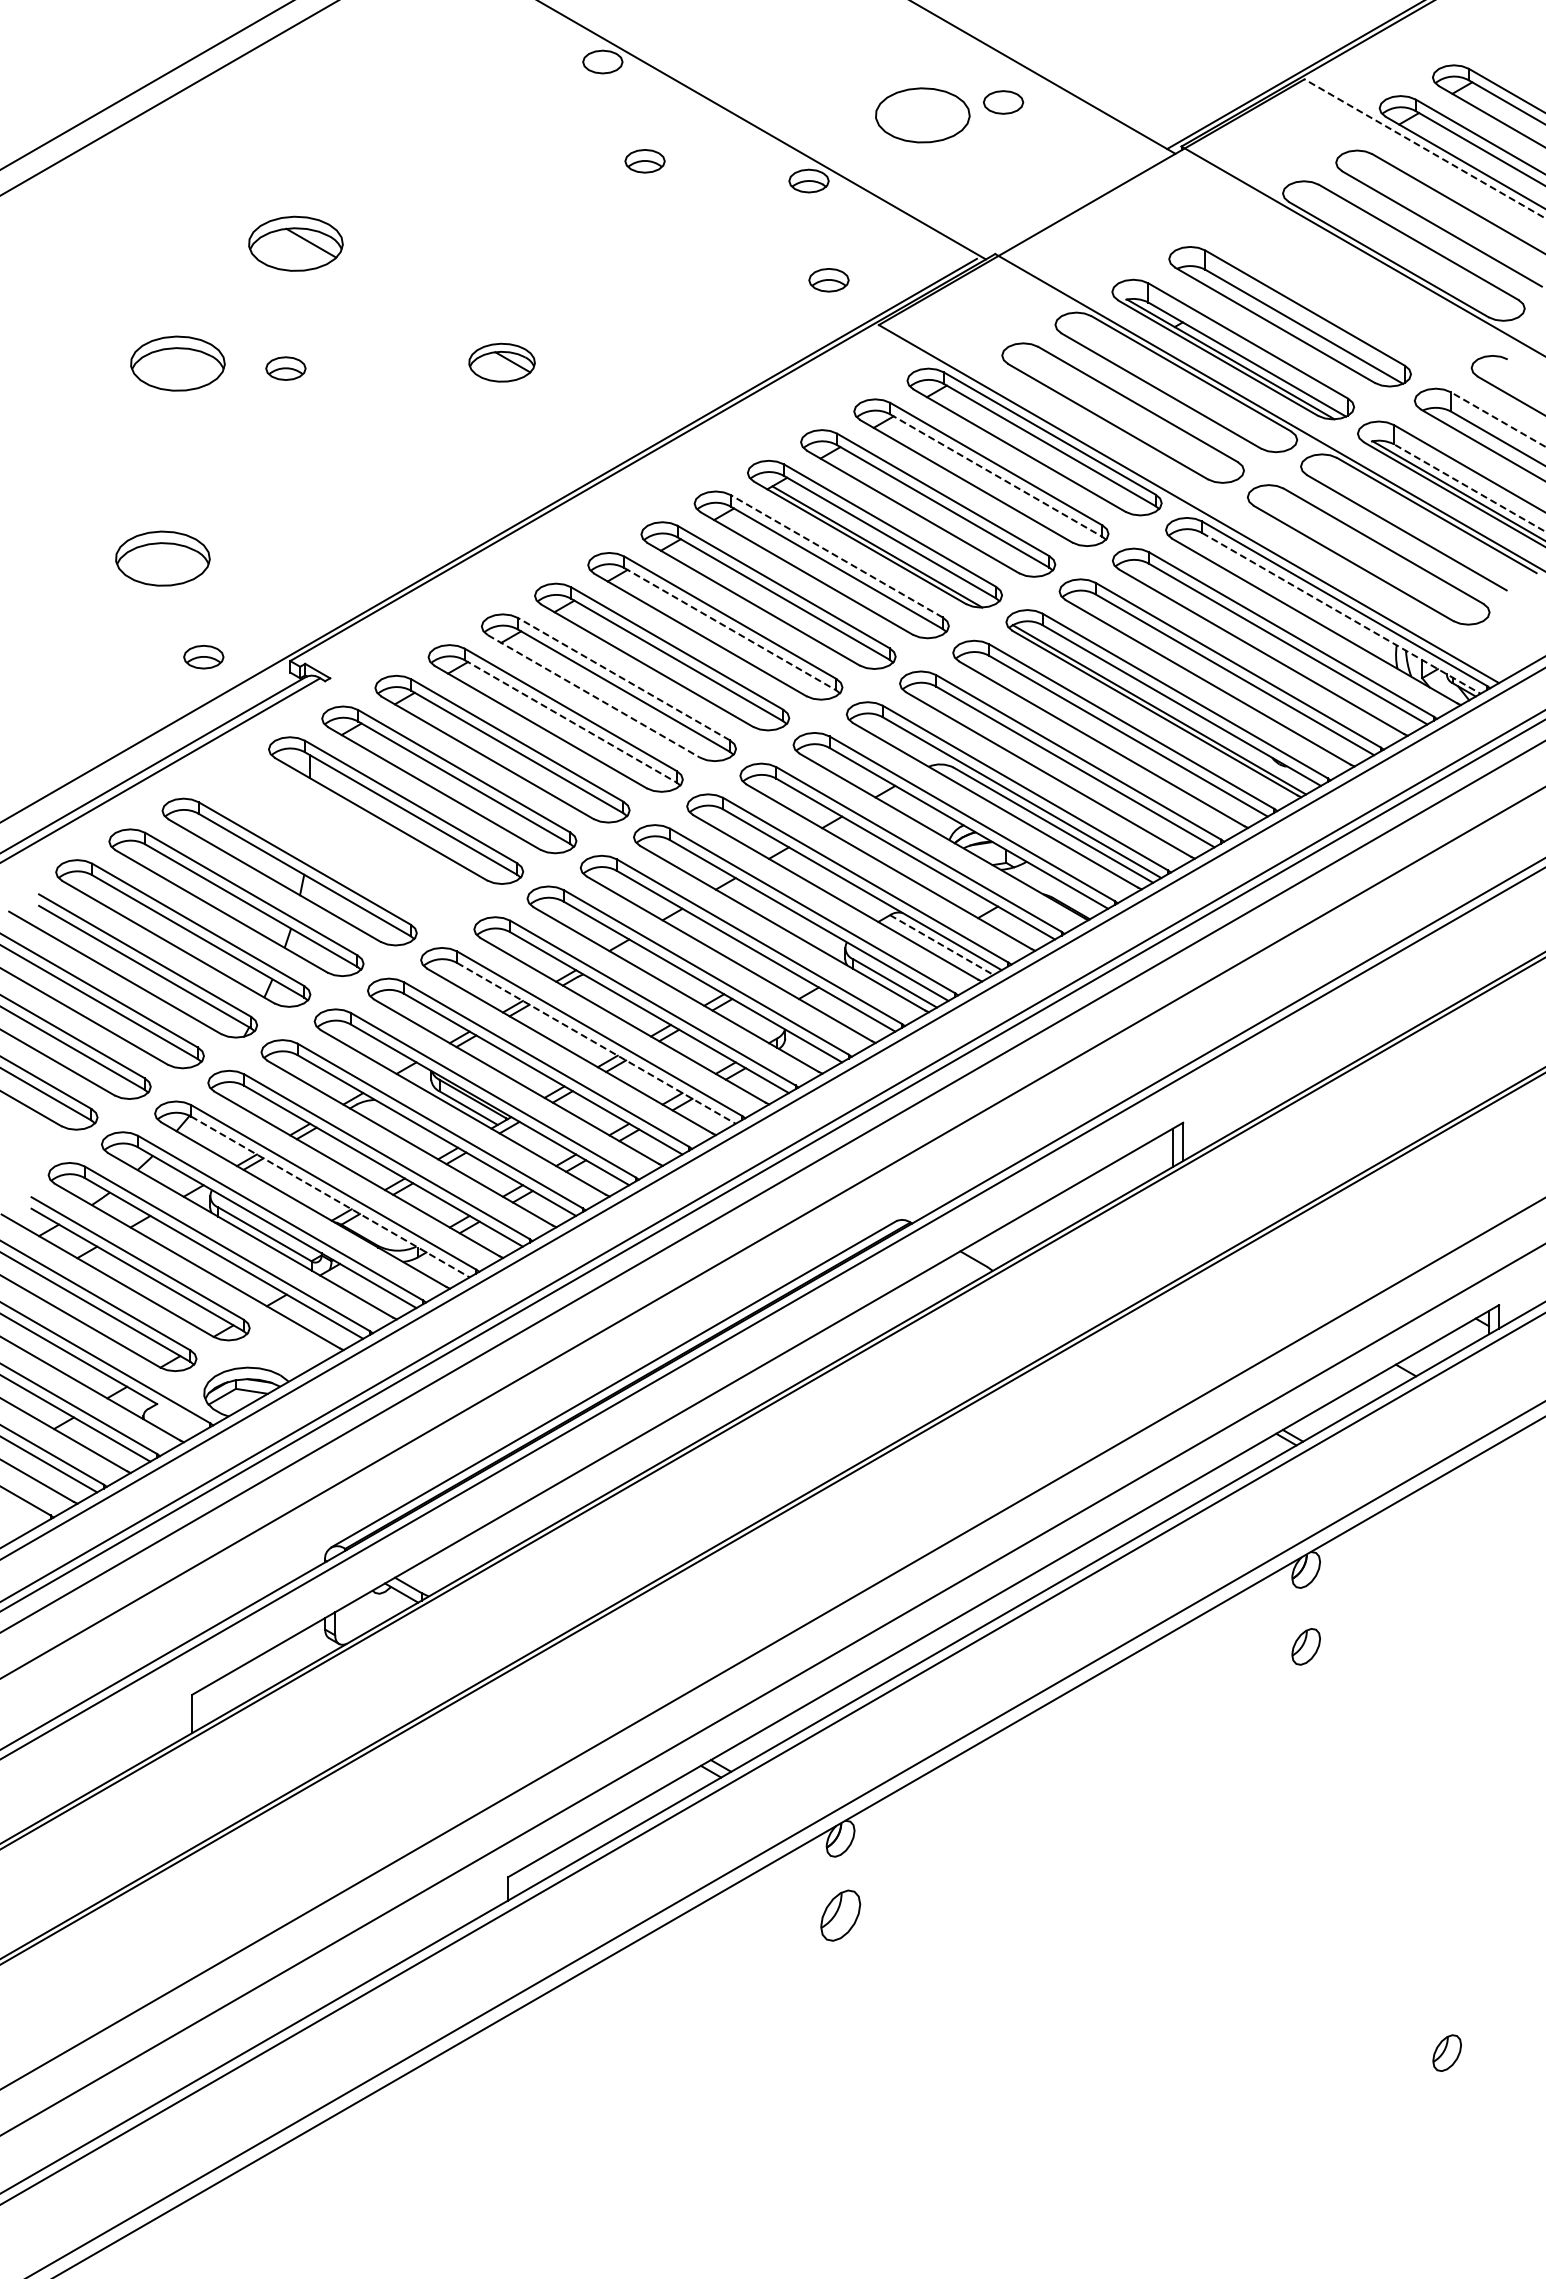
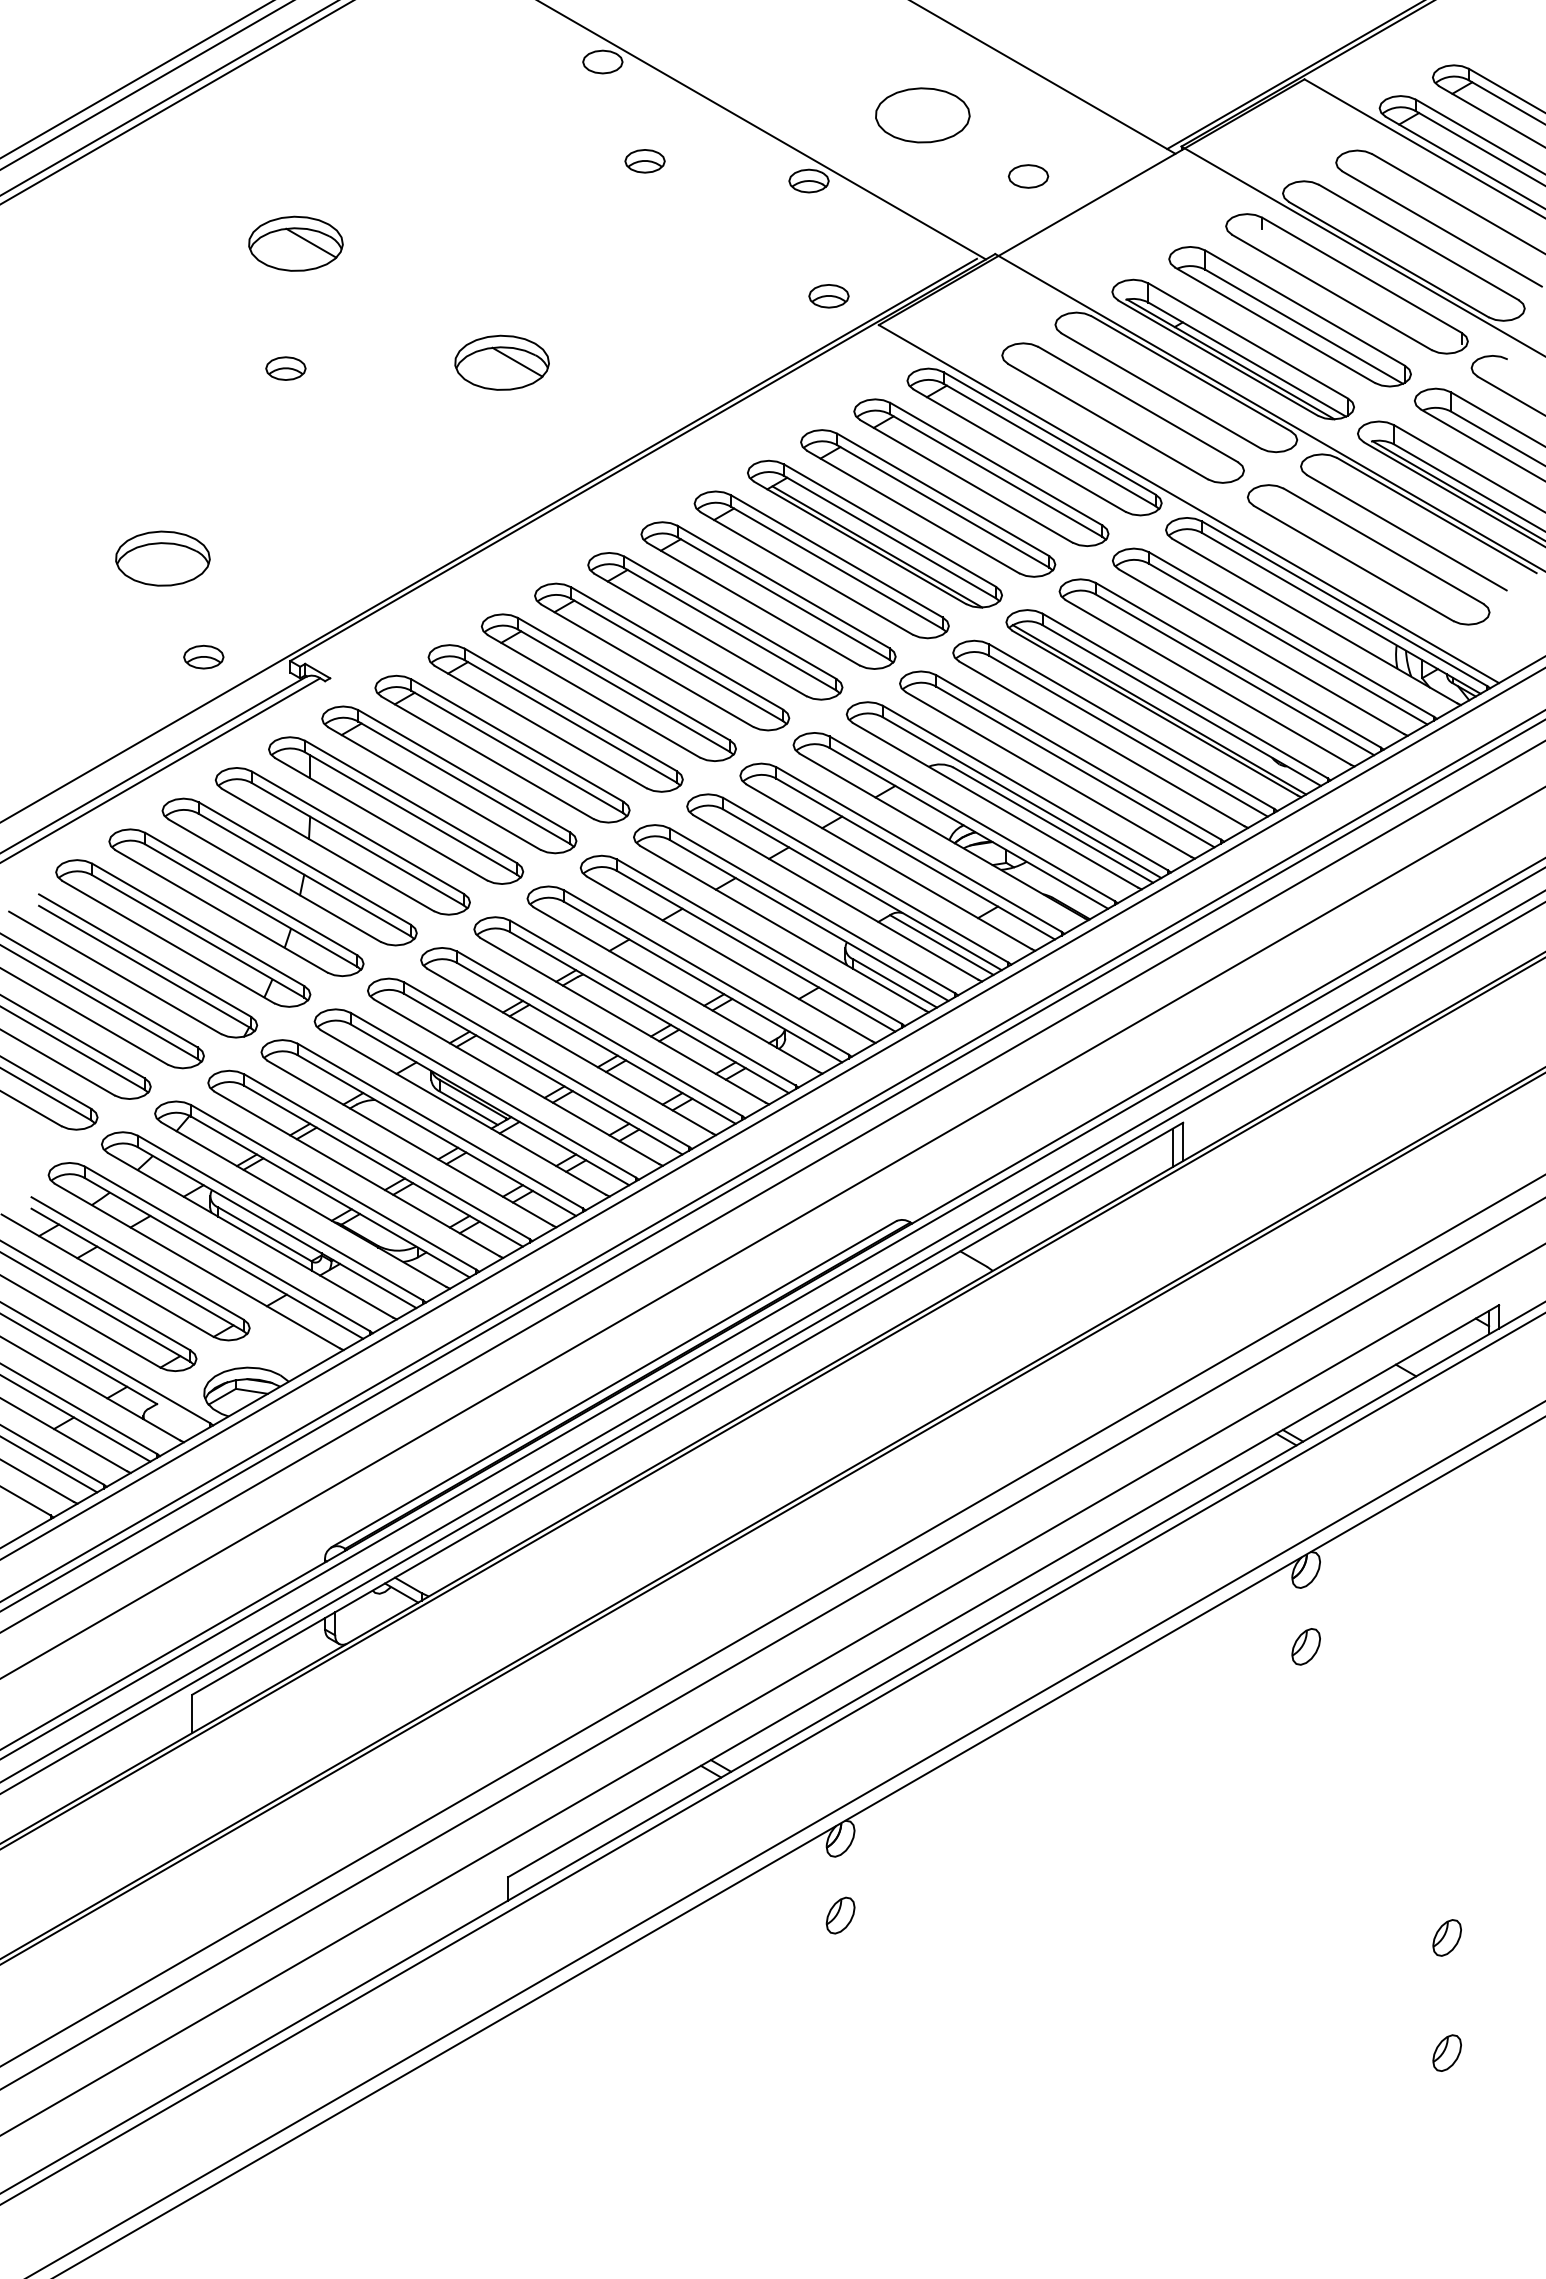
line at (136, 79): none -> present
line at (176, 102): none -> present
part at (1003, 102) position: (1003, 102) -> (1028, 176)
line at (1424, 148): dashed -> solid
part at (828, 280) position: (828, 280) -> (828, 296)
part at (1346, 283): none -> present
part at (501, 362) size: 68x41 px -> 96x57 px
part at (177, 363): present -> none
line at (1498, 419): dashed -> solid
line at (996, 475): dashed -> solid
line at (1469, 487): dashed -> solid
line at (836, 556): dashed -> solid
line at (1341, 613): dashed -> solid
line at (730, 629): dashed -> solid
line at (623, 678): dashed -> solid
line at (594, 696): dashed -> solid
line at (571, 721): dashed -> solid
part at (342, 841): none -> present
line at (941, 945): dashed -> solid
line at (596, 1043): dashed -> solid
line at (330, 1196): dashed -> solid
line at (772, 1336): none -> present
line at (772, 1348): none -> present
line at (772, 1620): none -> present
part at (840, 1915) size: 42x53 px -> 31x39 px
part at (1446, 1937): none -> present
